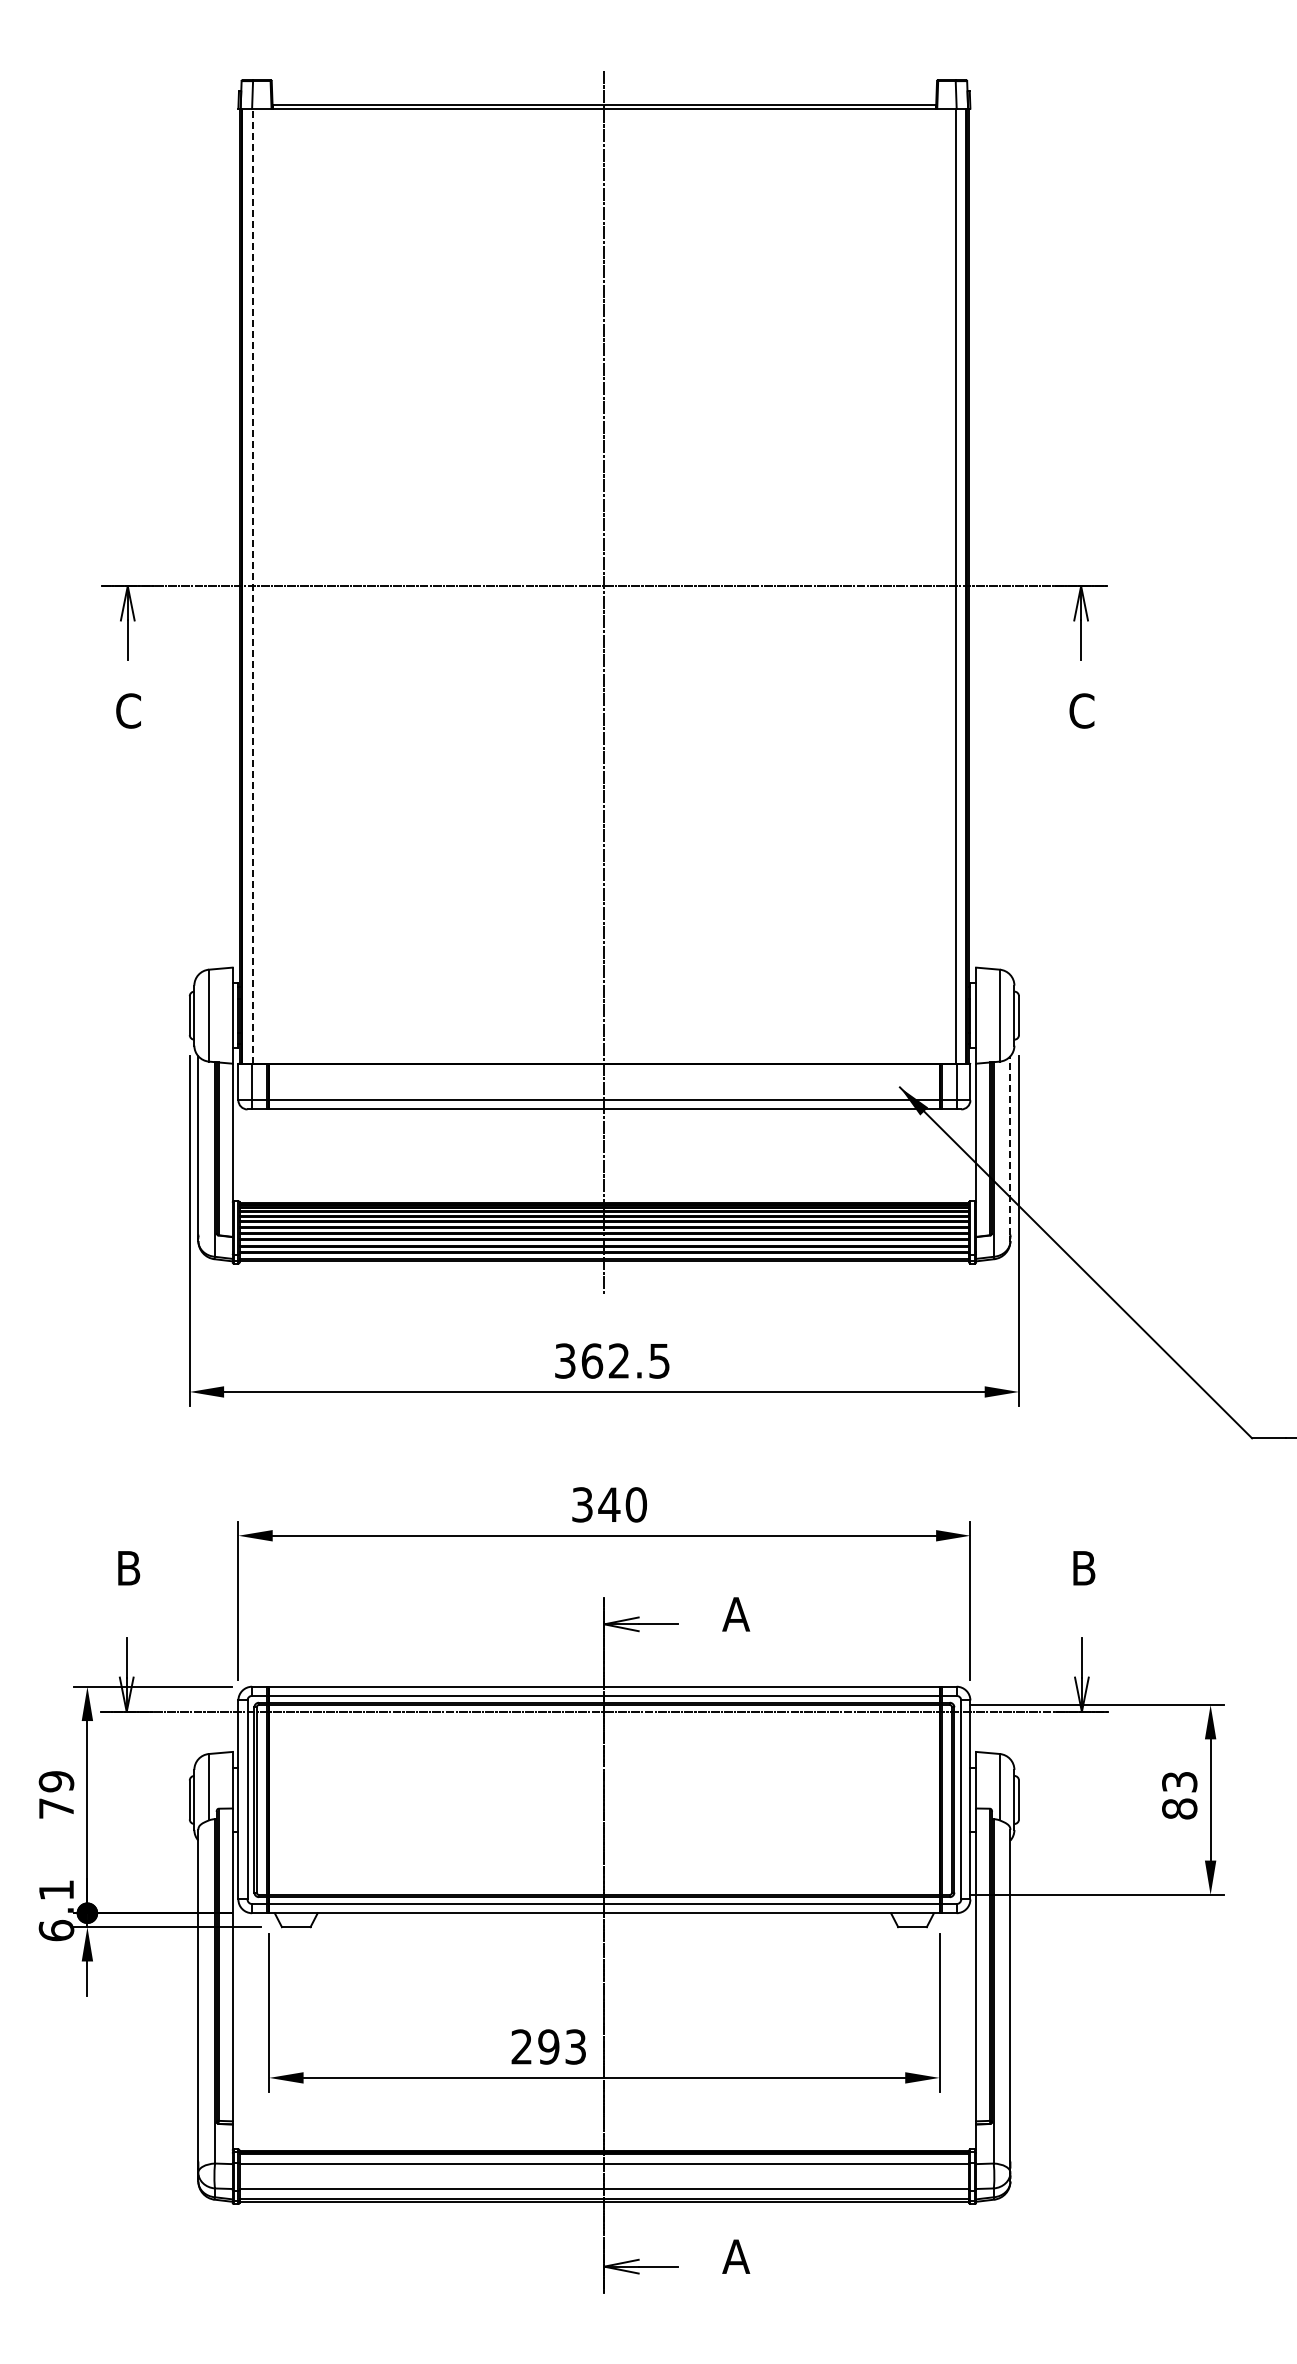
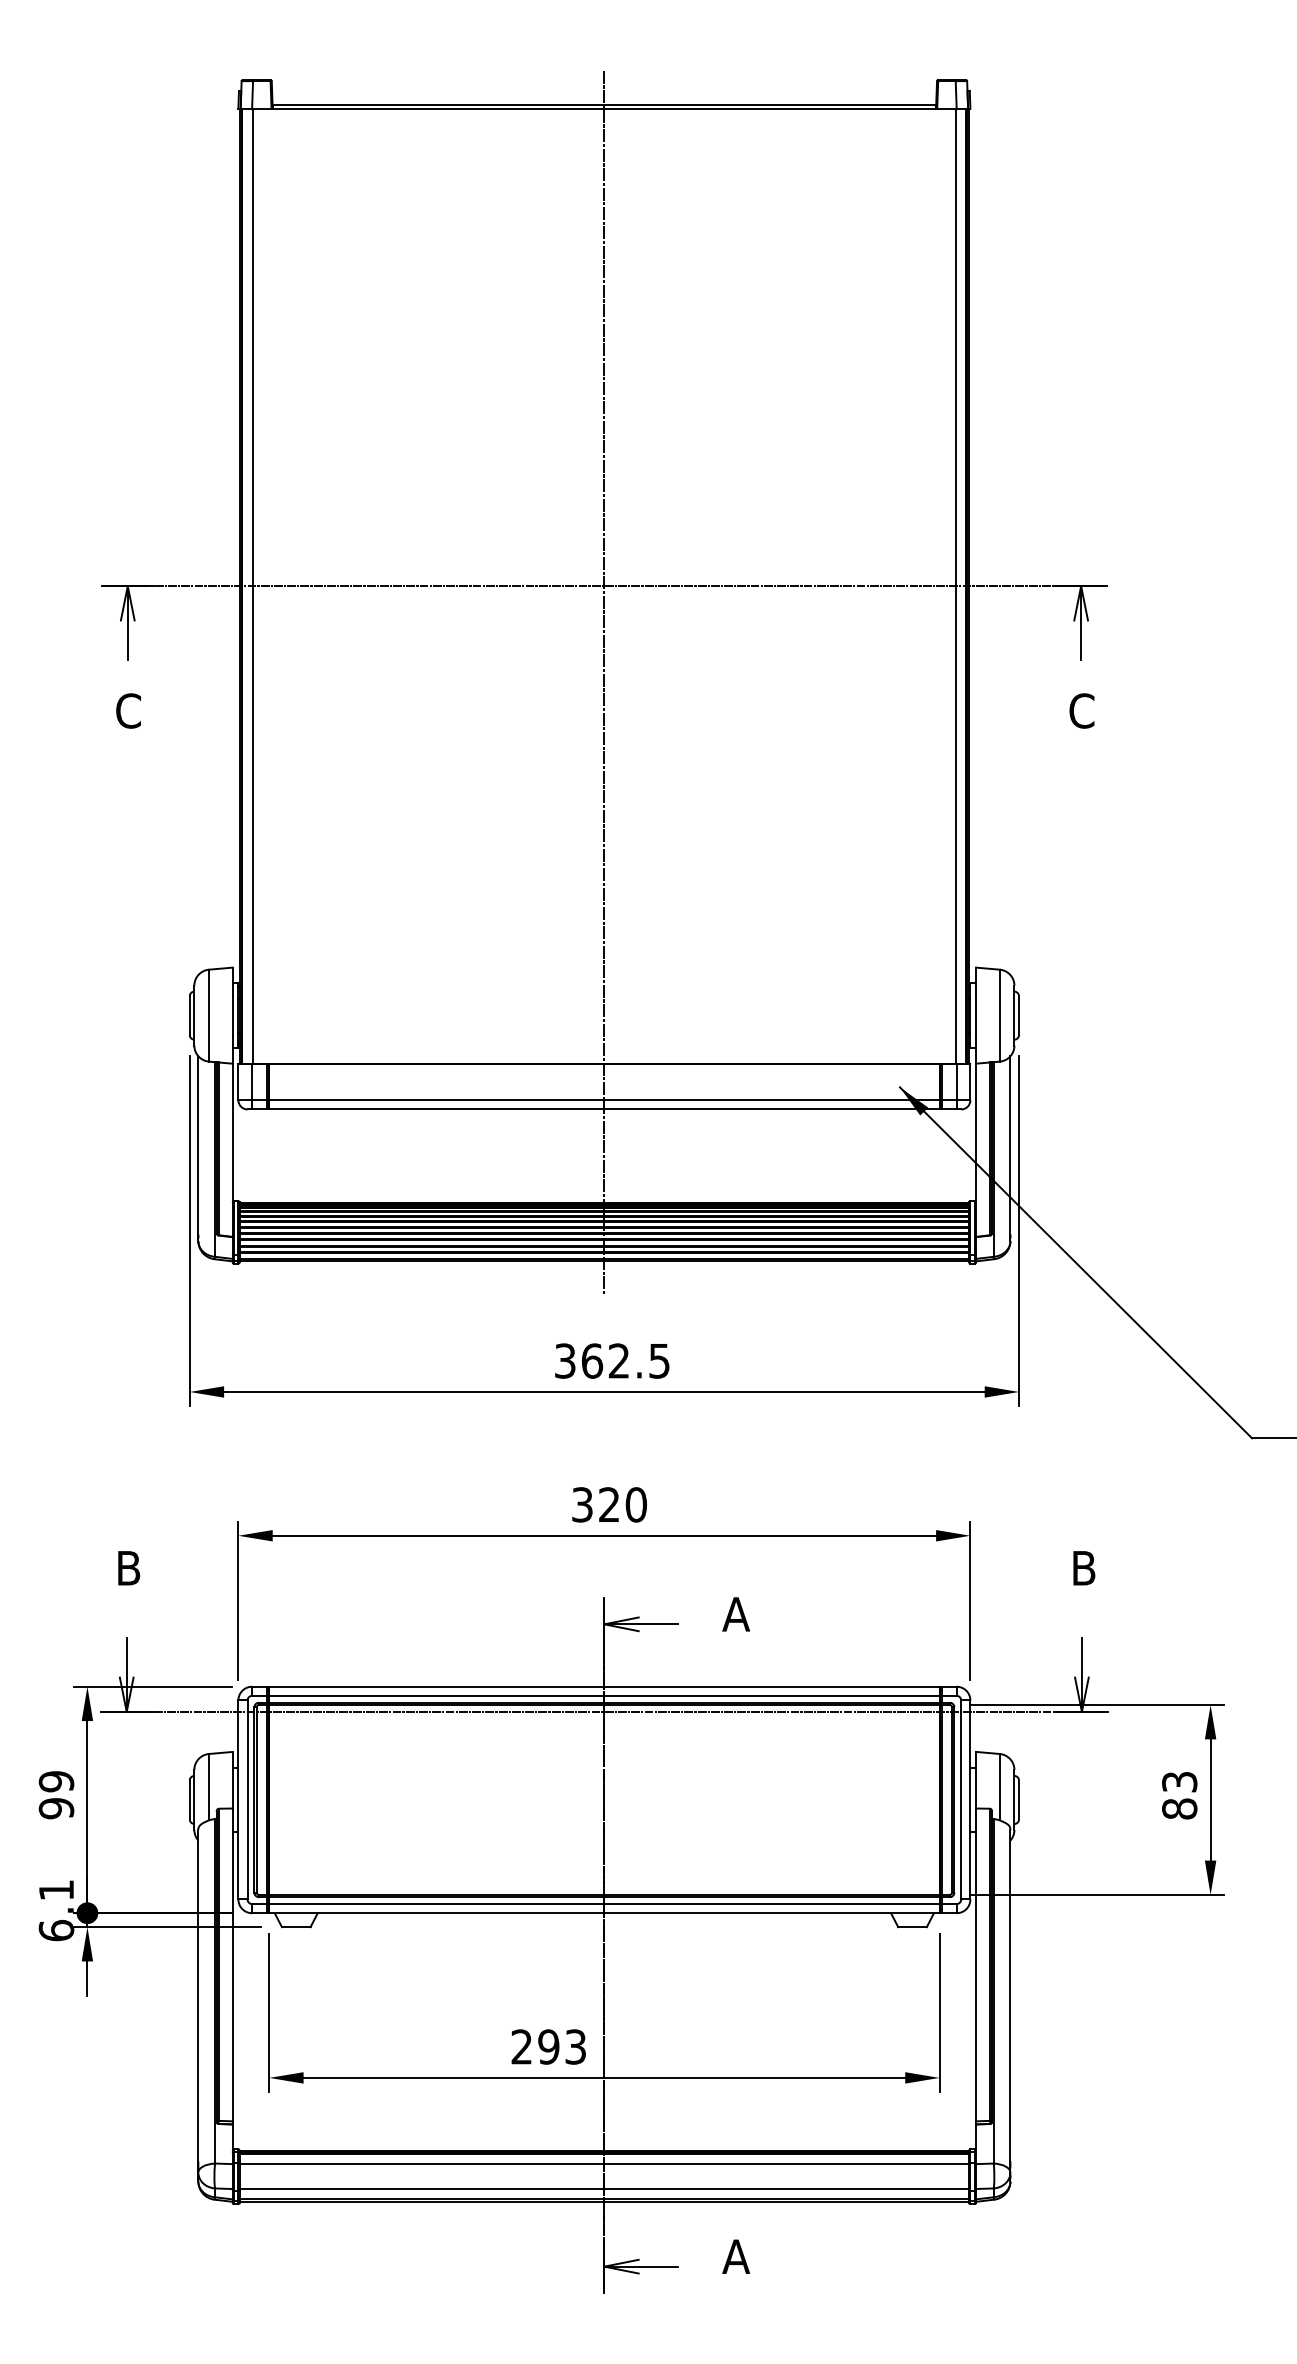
line at (252, 586): dashed -> solid
line at (1010, 1144): dashed -> solid
text at (609, 1504): 340 -> 320
text at (56, 1808): 79 -> 99
